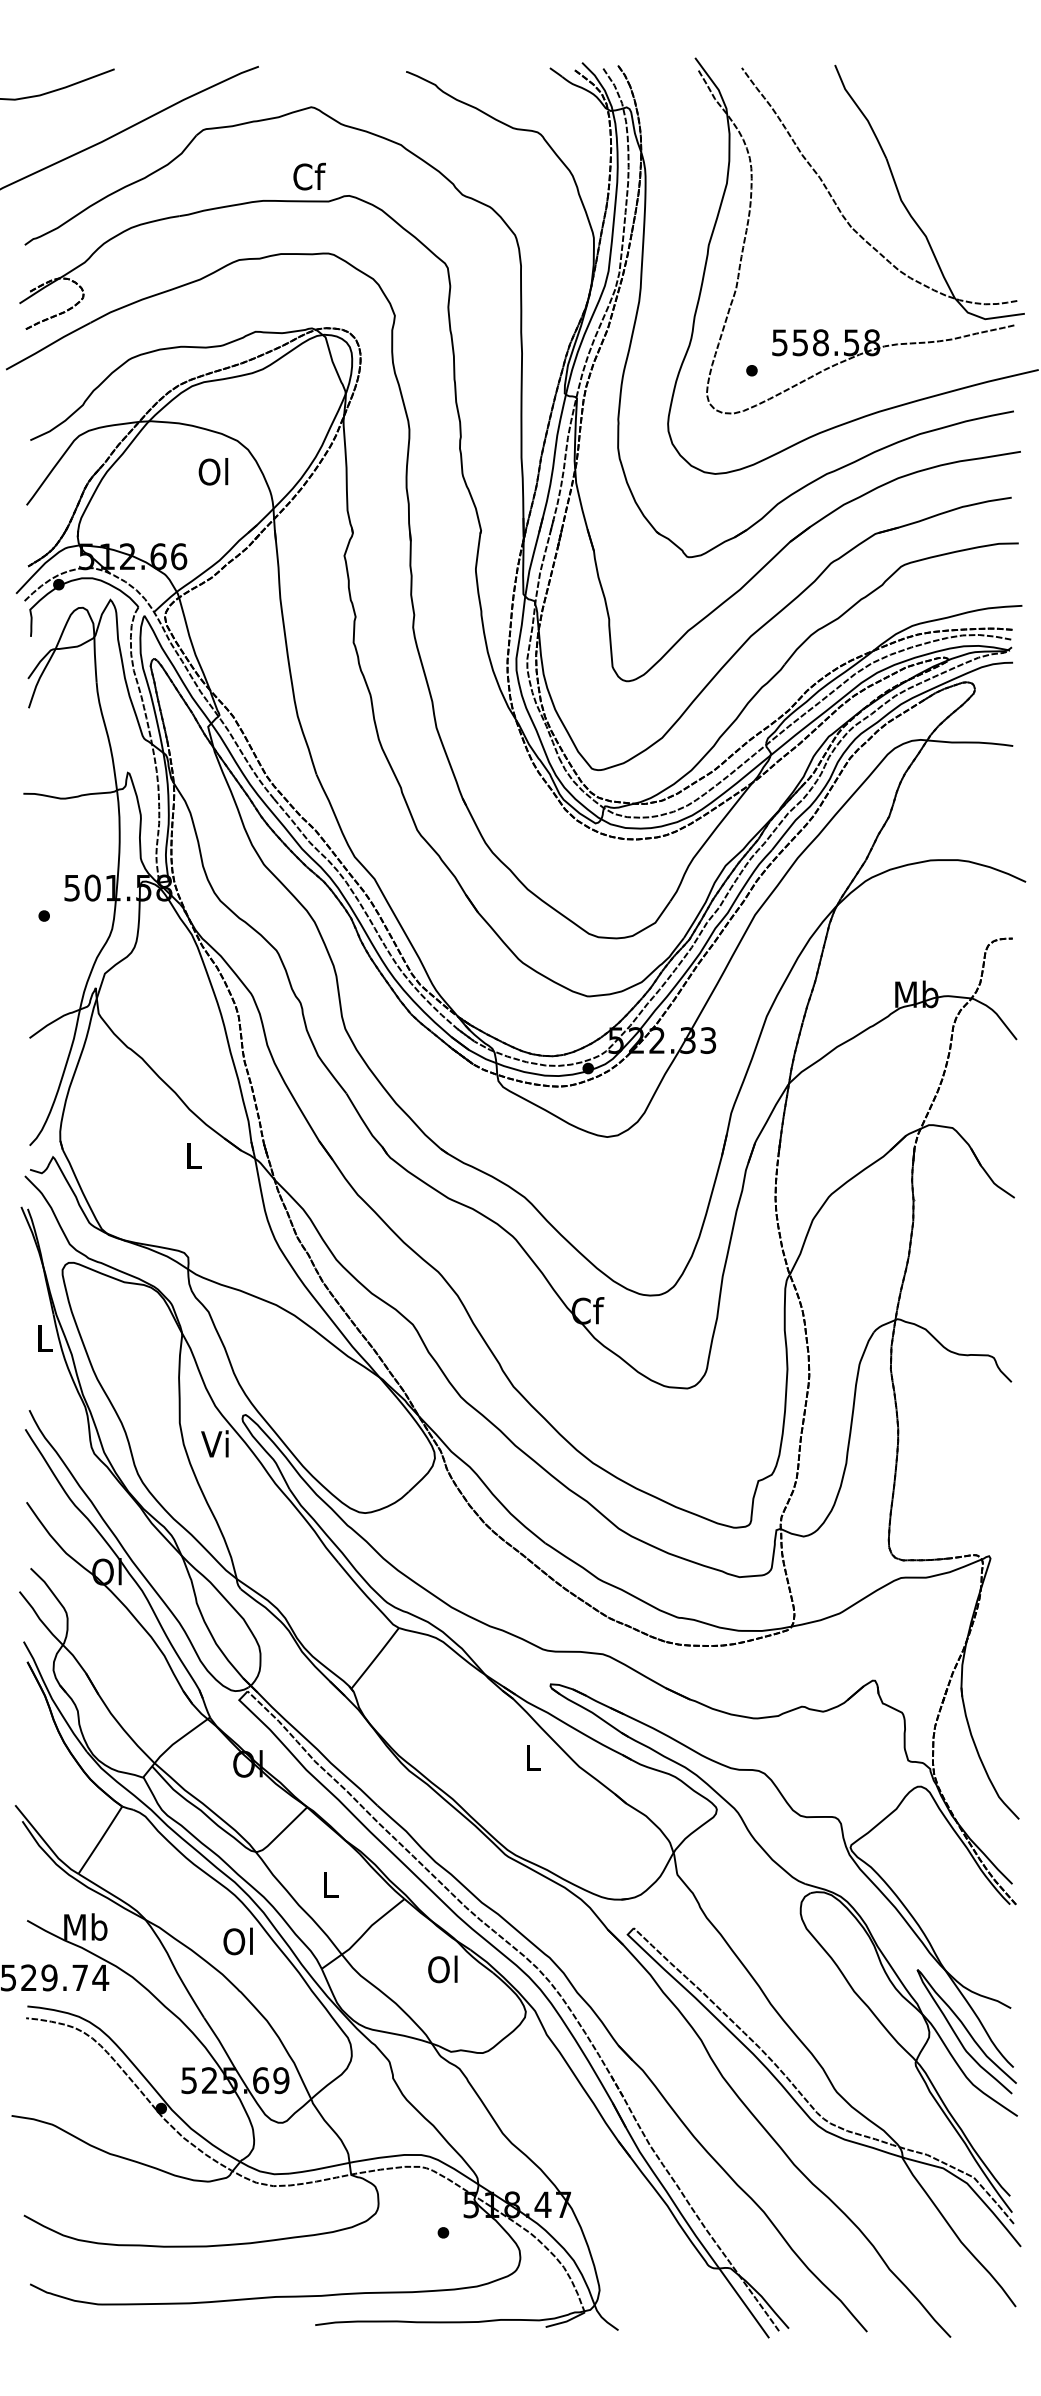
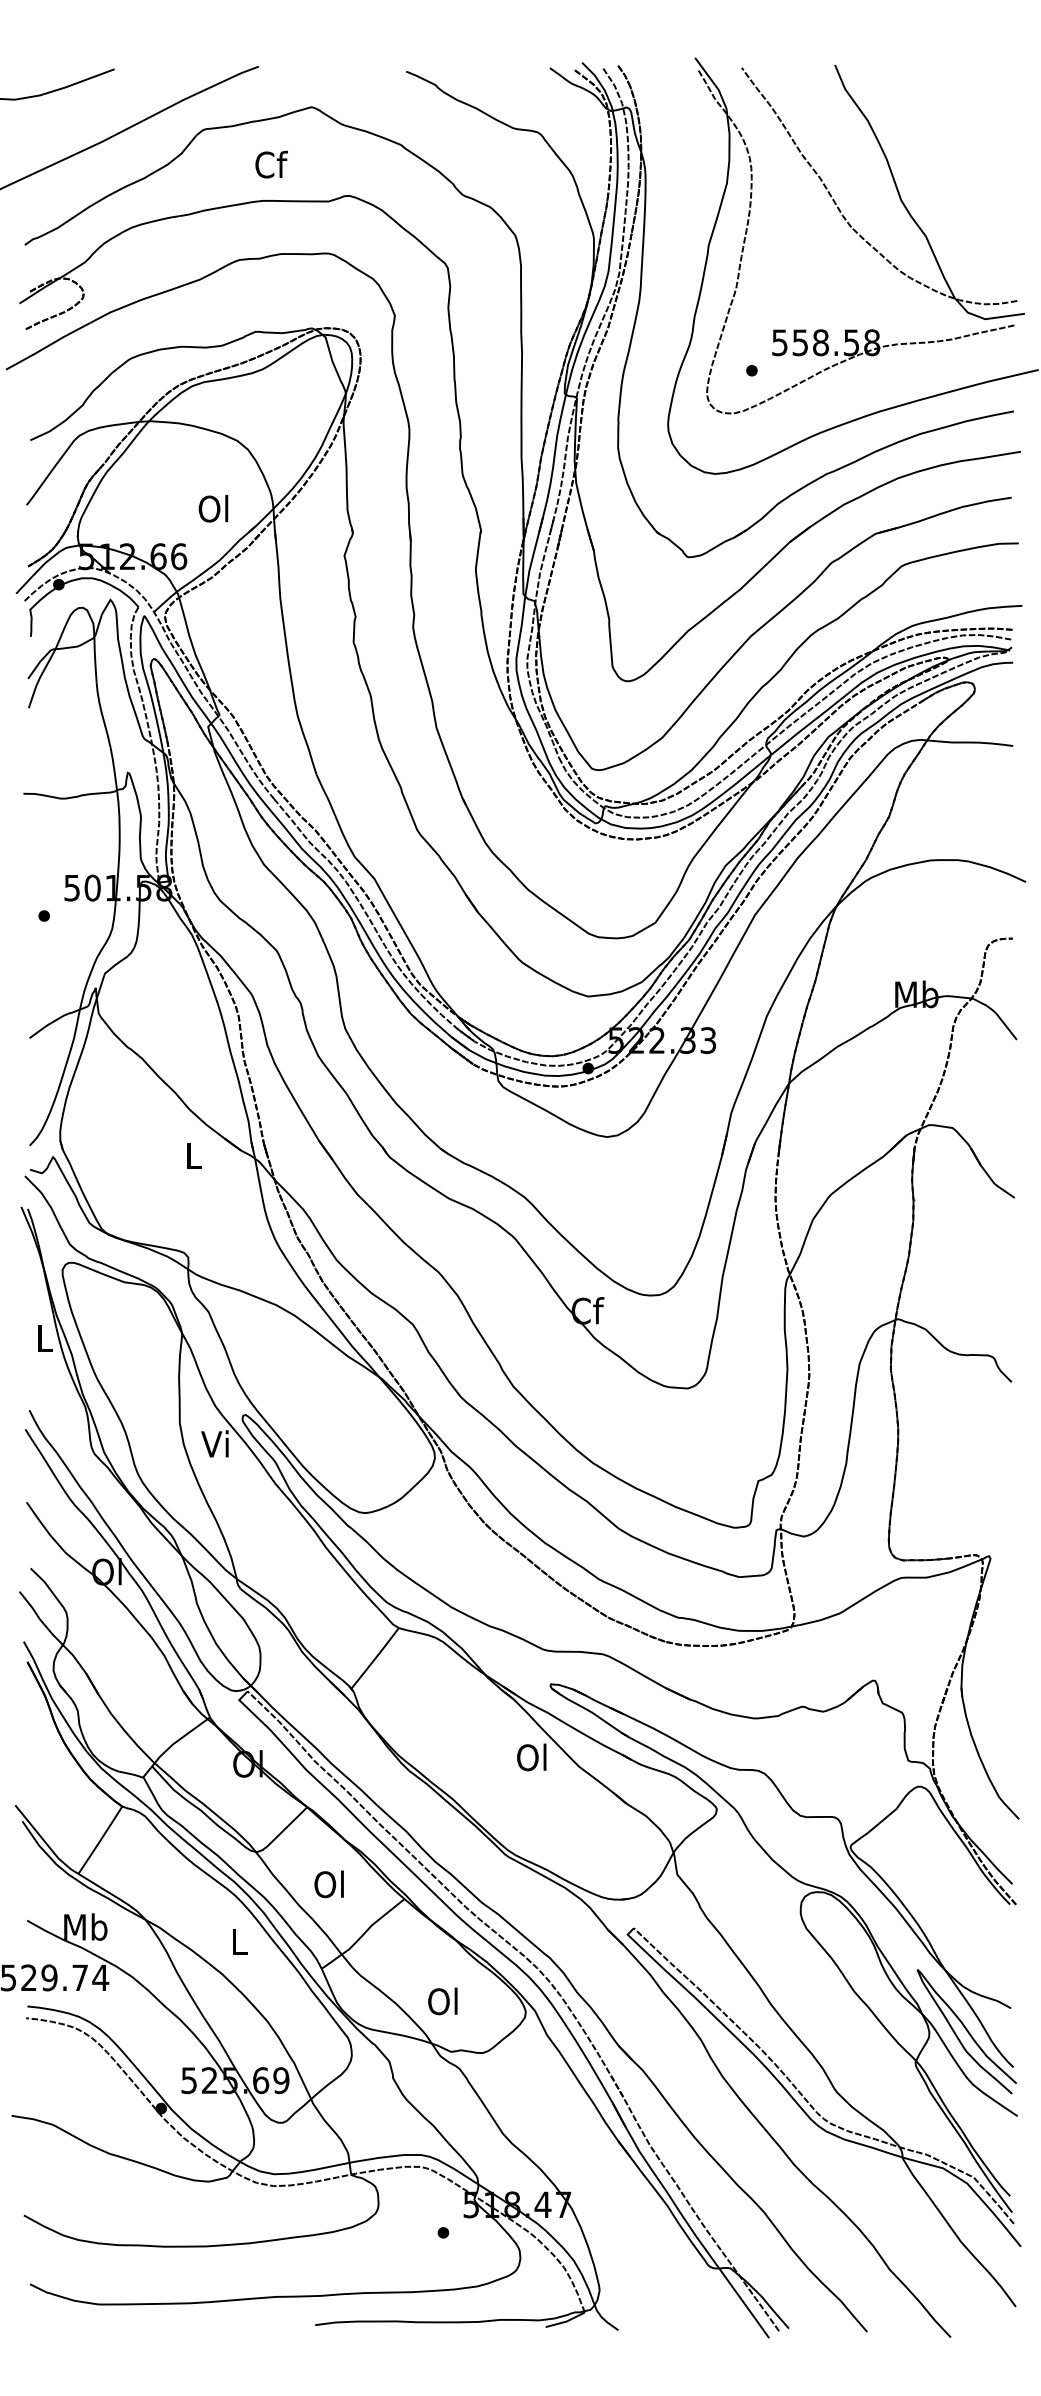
text at (309, 176) position: (309, 176) -> (271, 164)
text at (213, 471) position: (213, 471) -> (213, 508)
text at (531, 1757): L -> Ol
text at (328, 1884): L -> Ol
text at (237, 1941): Ol -> L
text at (442, 1969) position: (442, 1969) -> (442, 2001)
